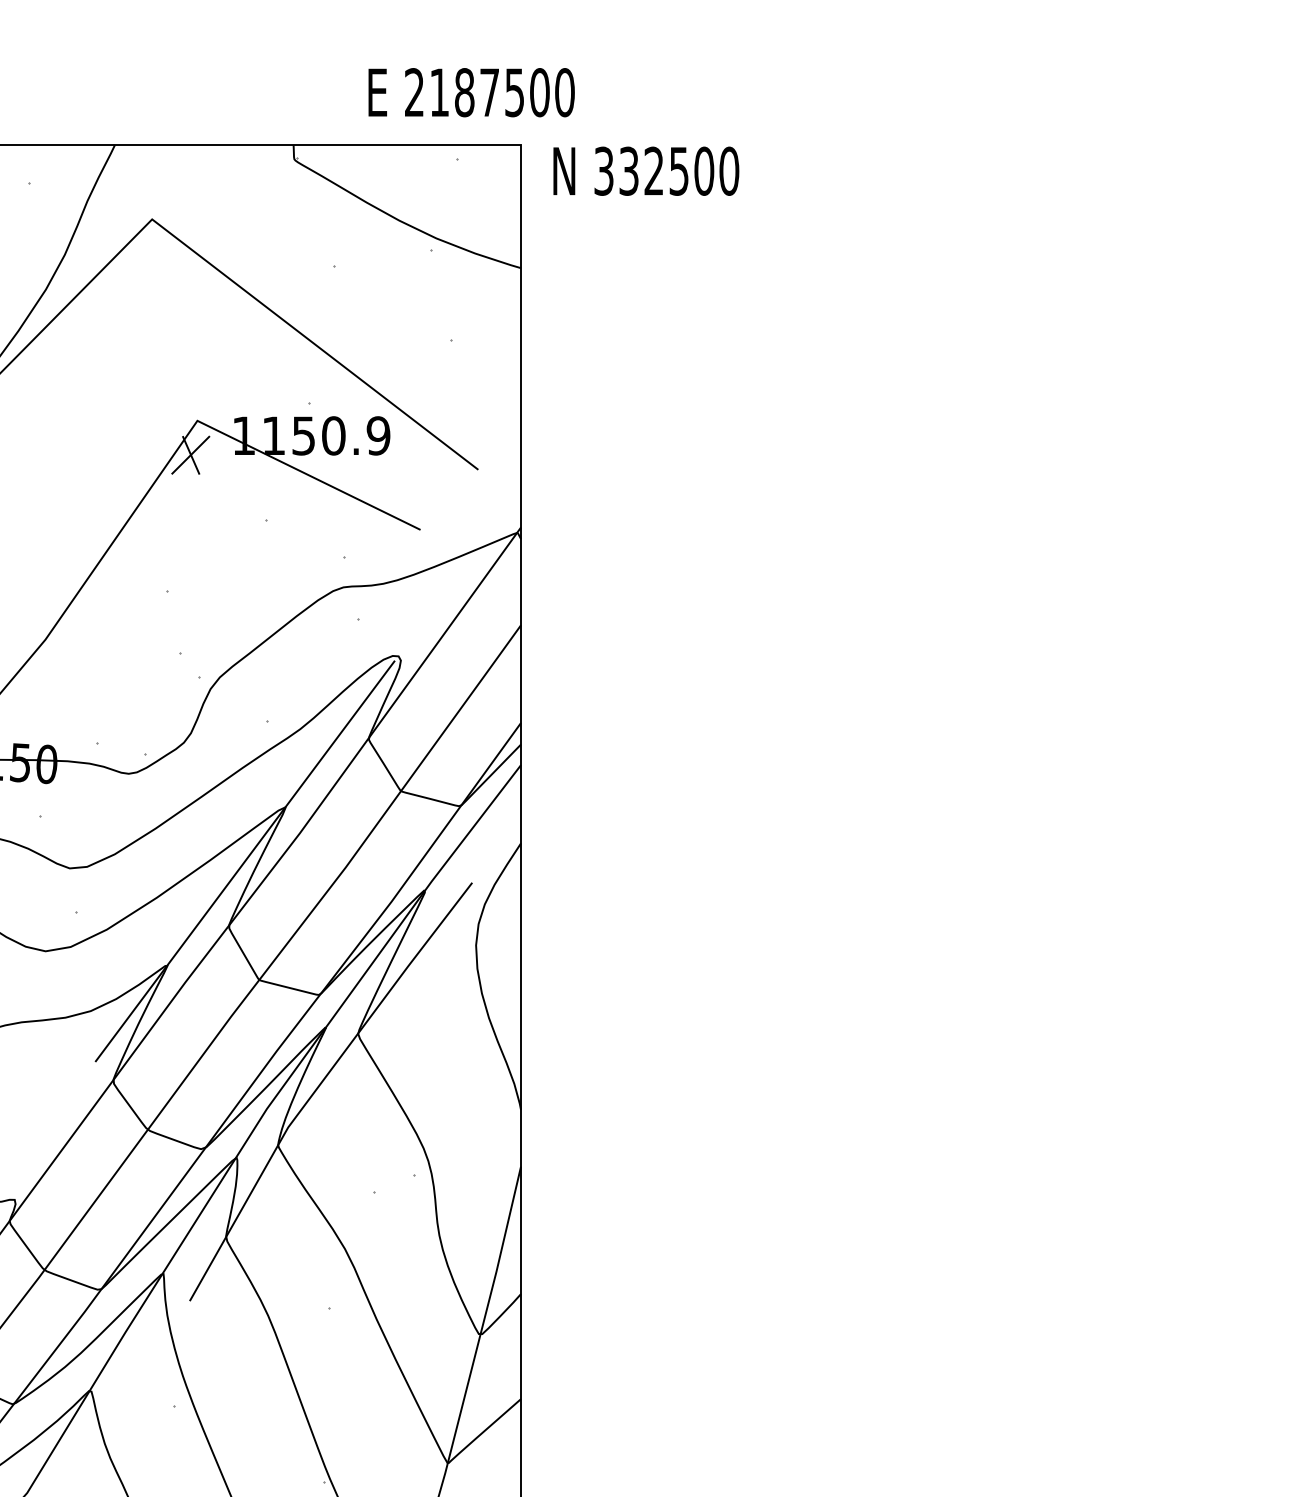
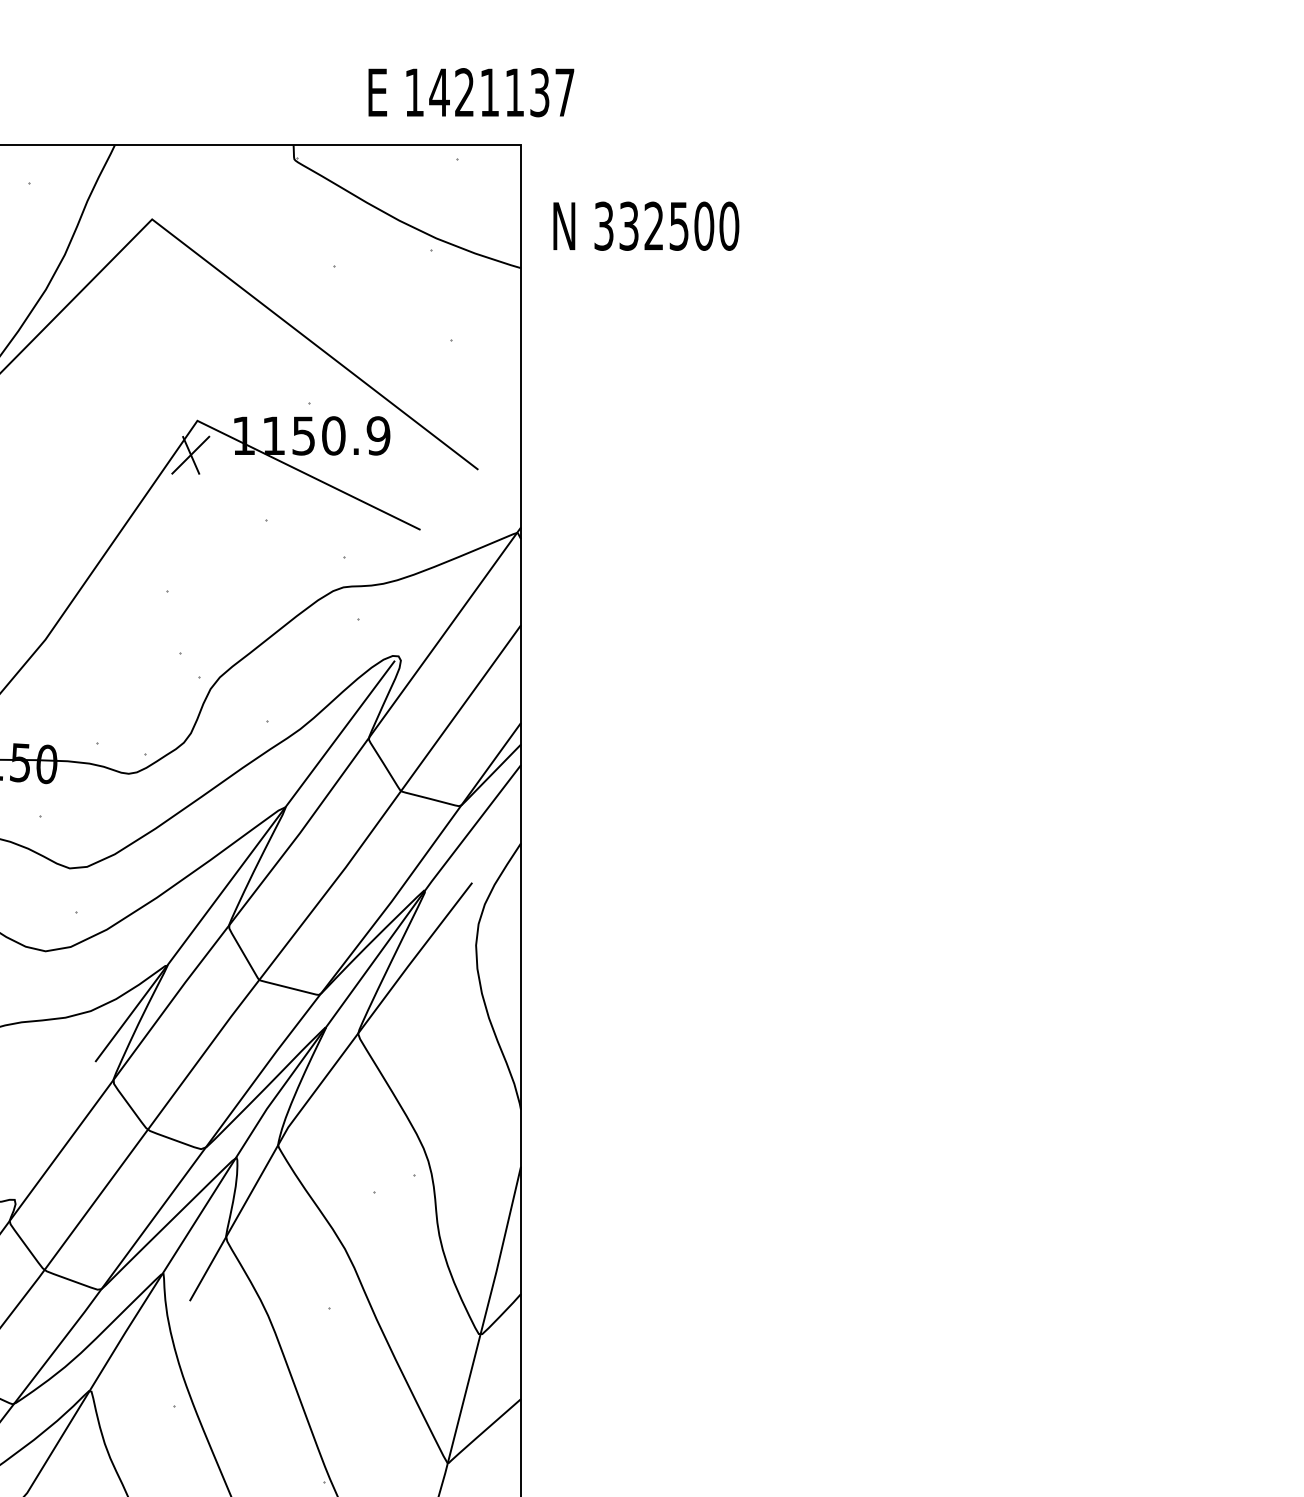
text at (489, 92): 2187500 -> 1421137
text at (646, 170) position: (646, 170) -> (646, 225)
